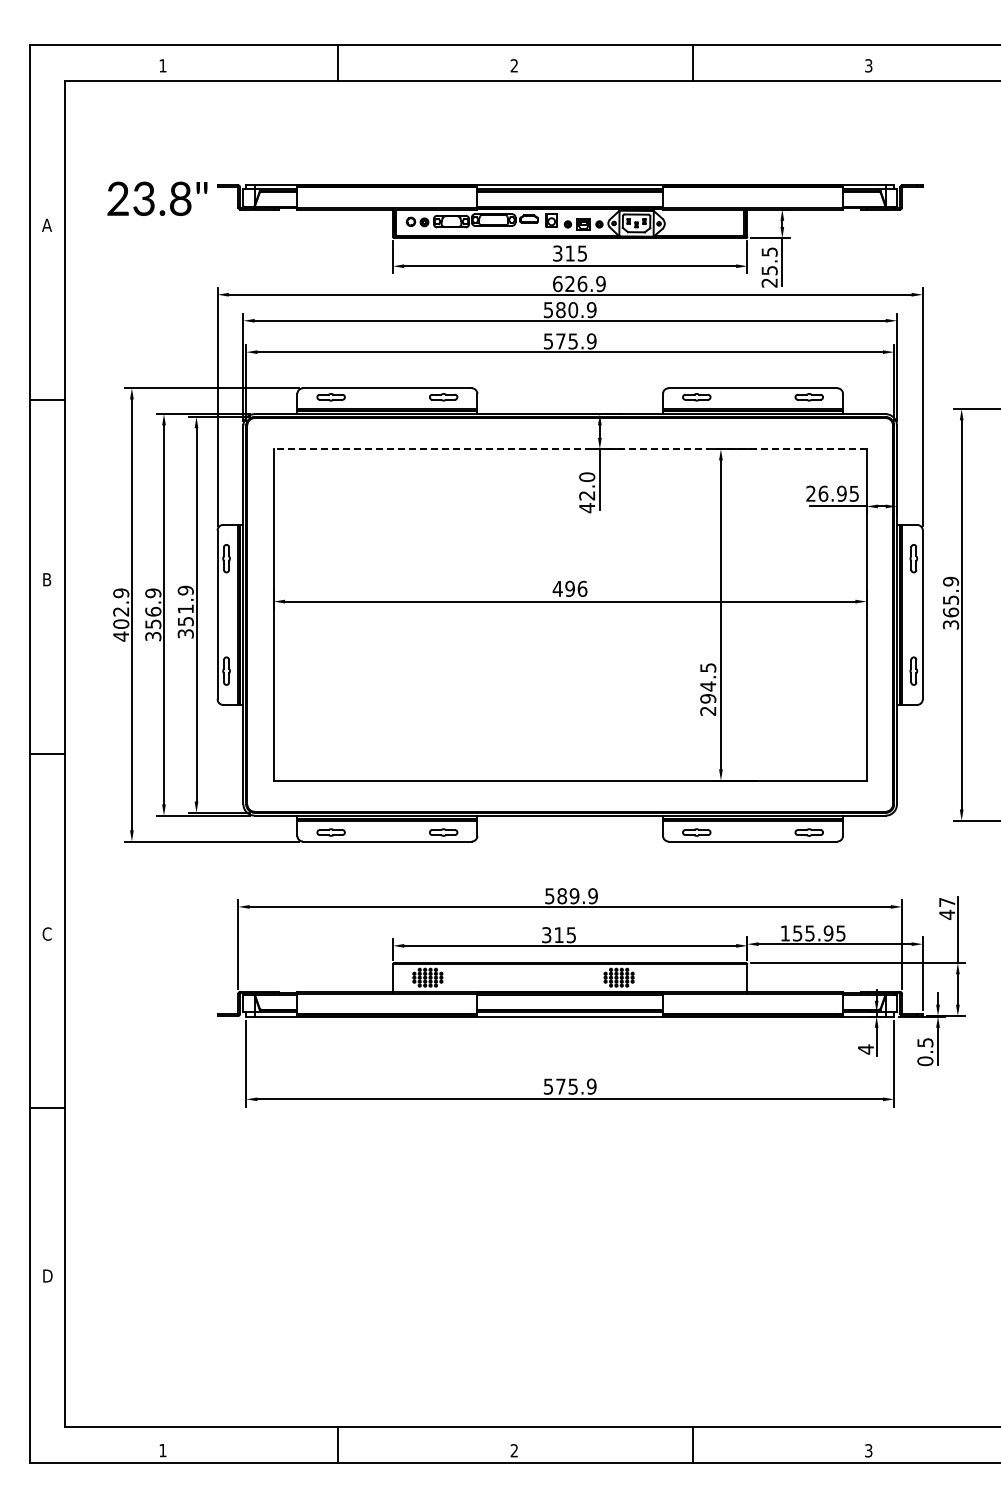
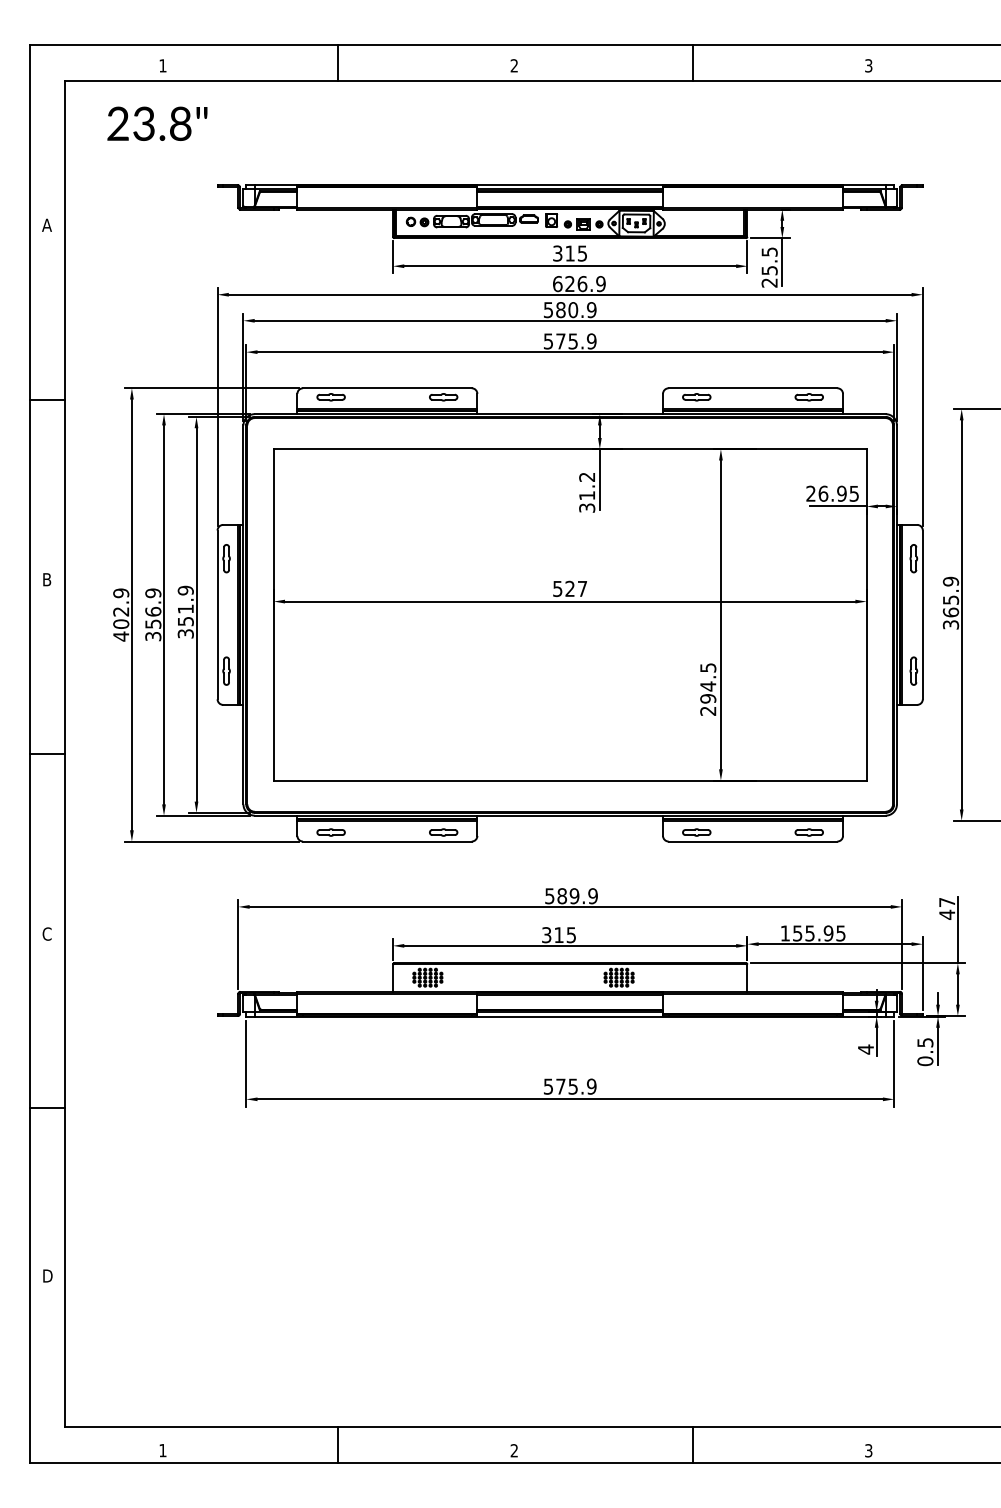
text at (157, 198) position: (157, 198) -> (157, 123)
line at (569, 449): dashed -> solid
text at (587, 492): 42.0 -> 31.2
text at (569, 588): 496 -> 527
